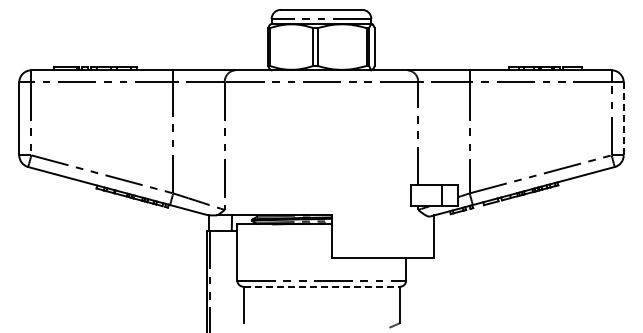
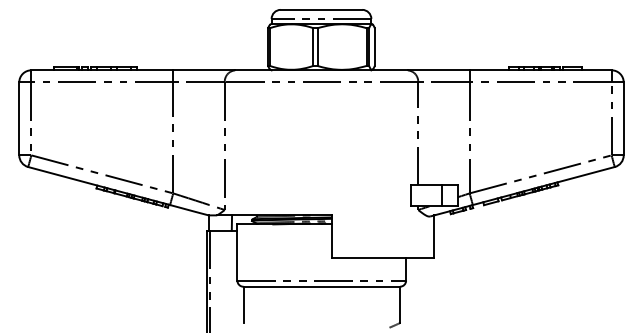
line at (623, 119): dashed -> solid
line at (322, 286): dashed -> solid
